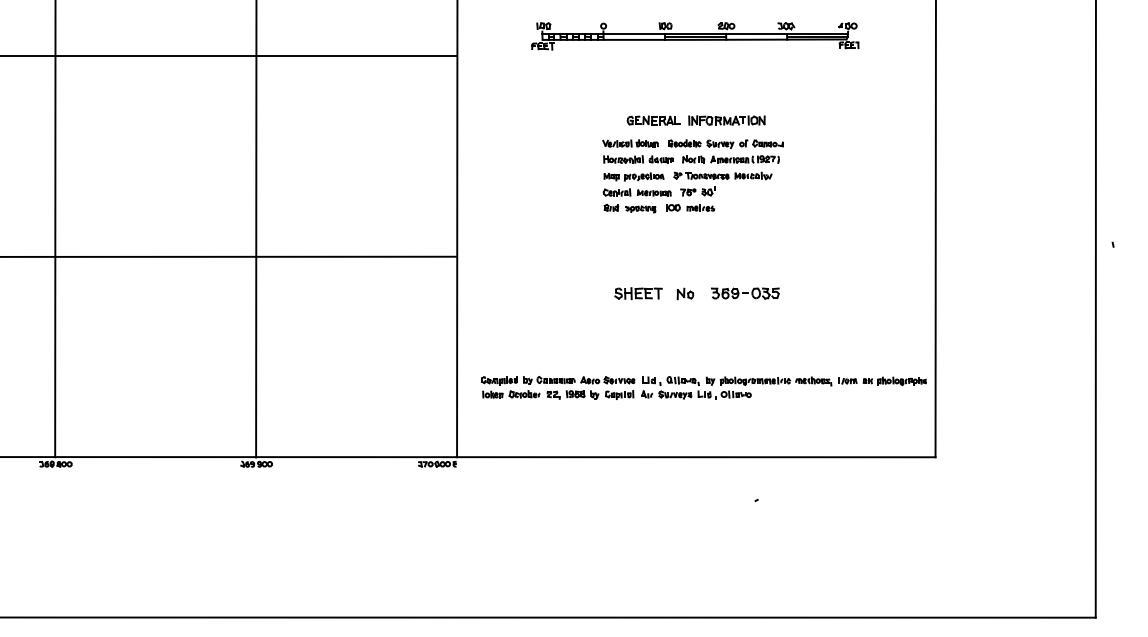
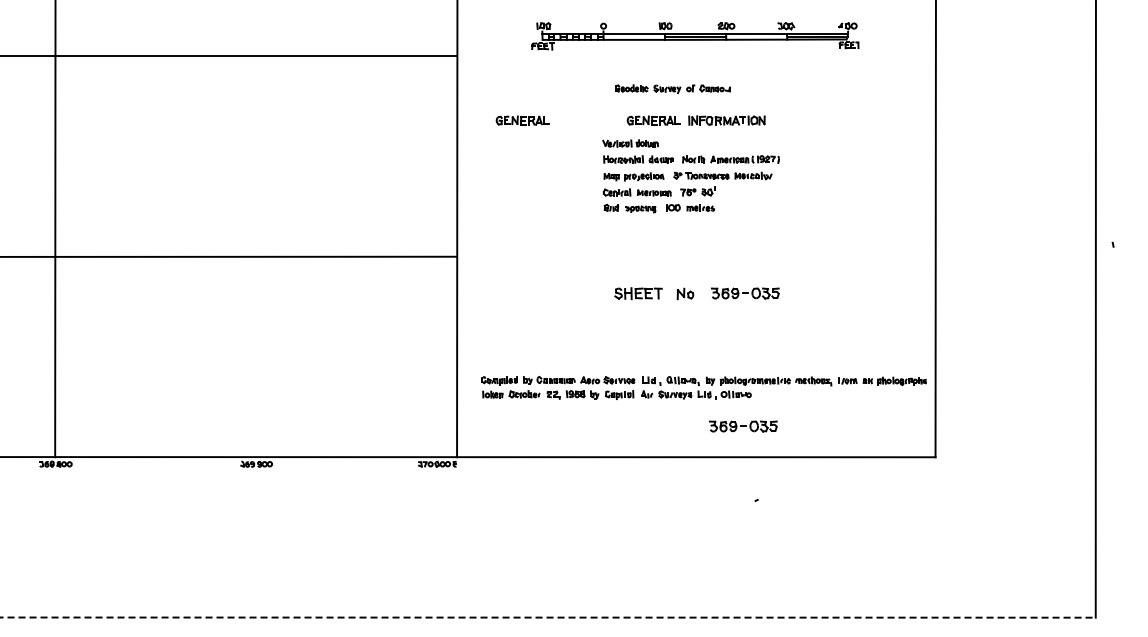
part at (522, 120): none -> present
part at (725, 144) position: (725, 144) -> (672, 89)
line at (256, 229): present -> none
part at (743, 426): none -> present
line at (547, 617): solid -> dashed
